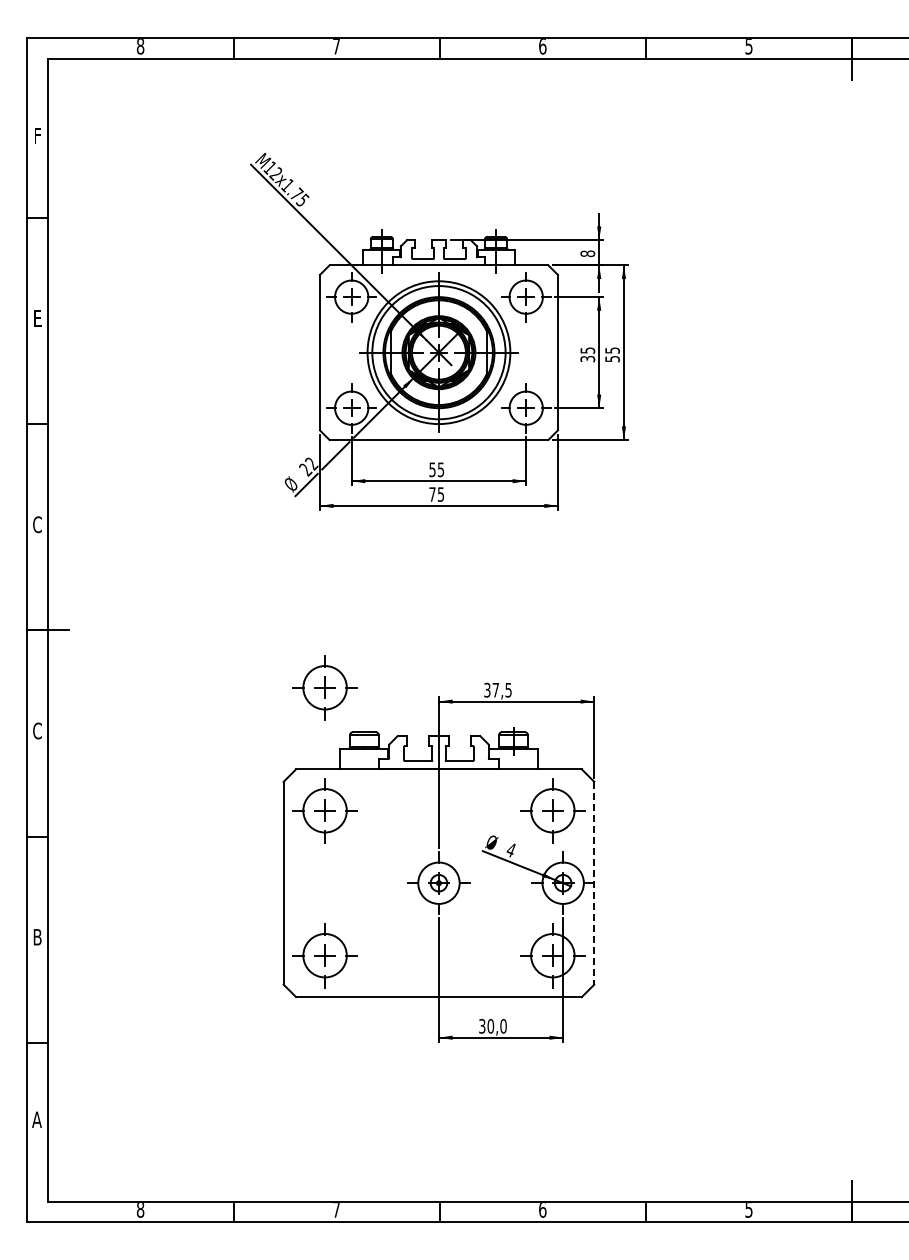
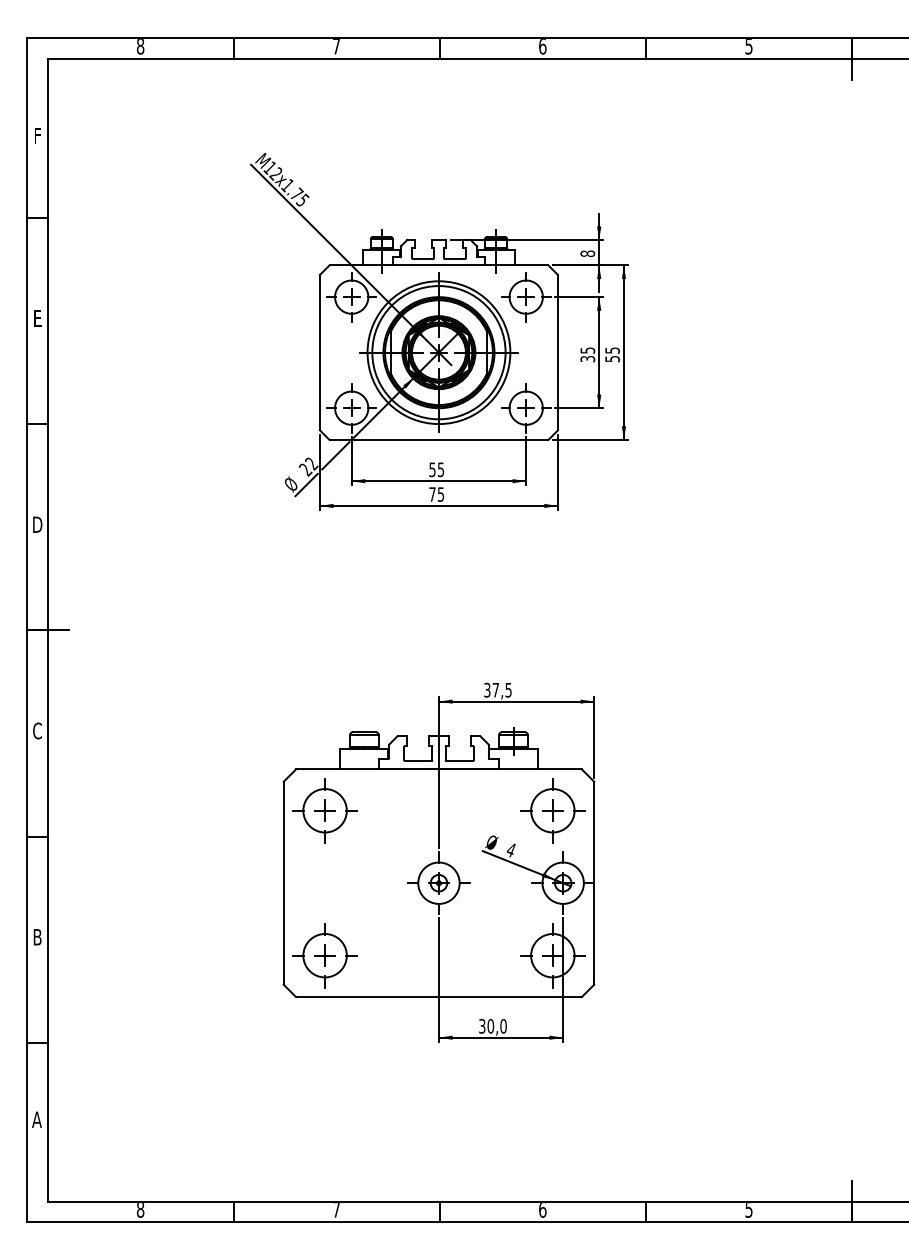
text at (37, 524): C -> D
part at (324, 687): present -> none
line at (594, 883): dashed -> solid
